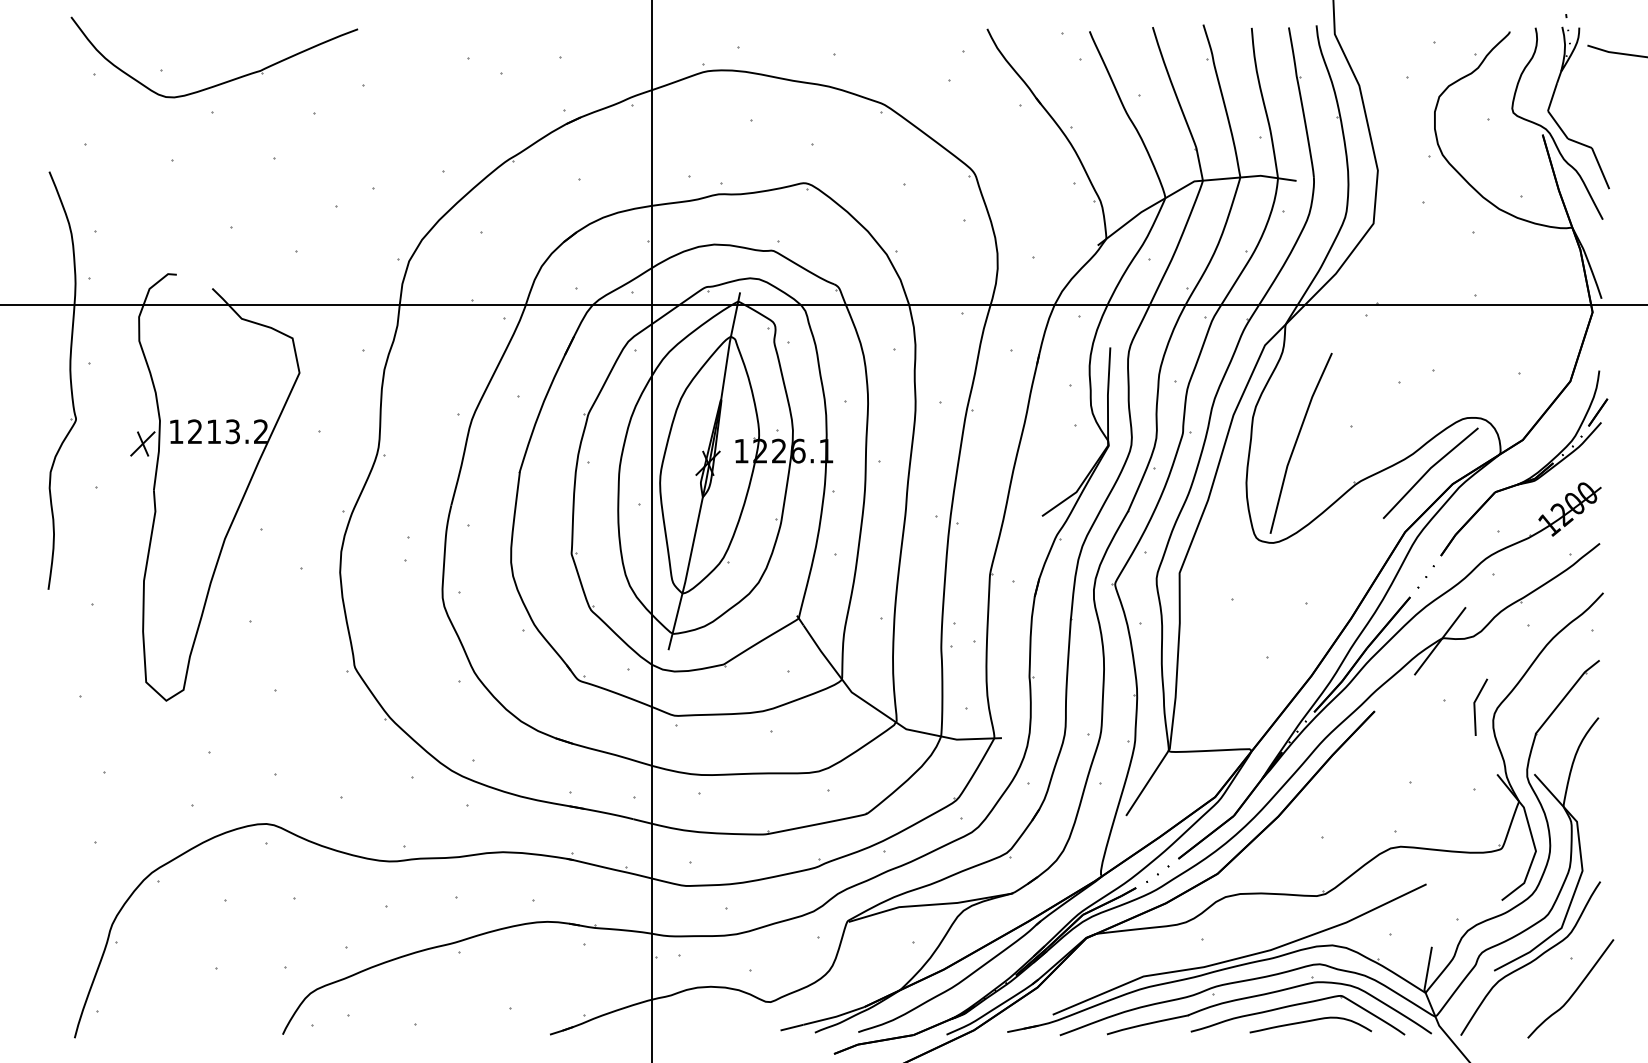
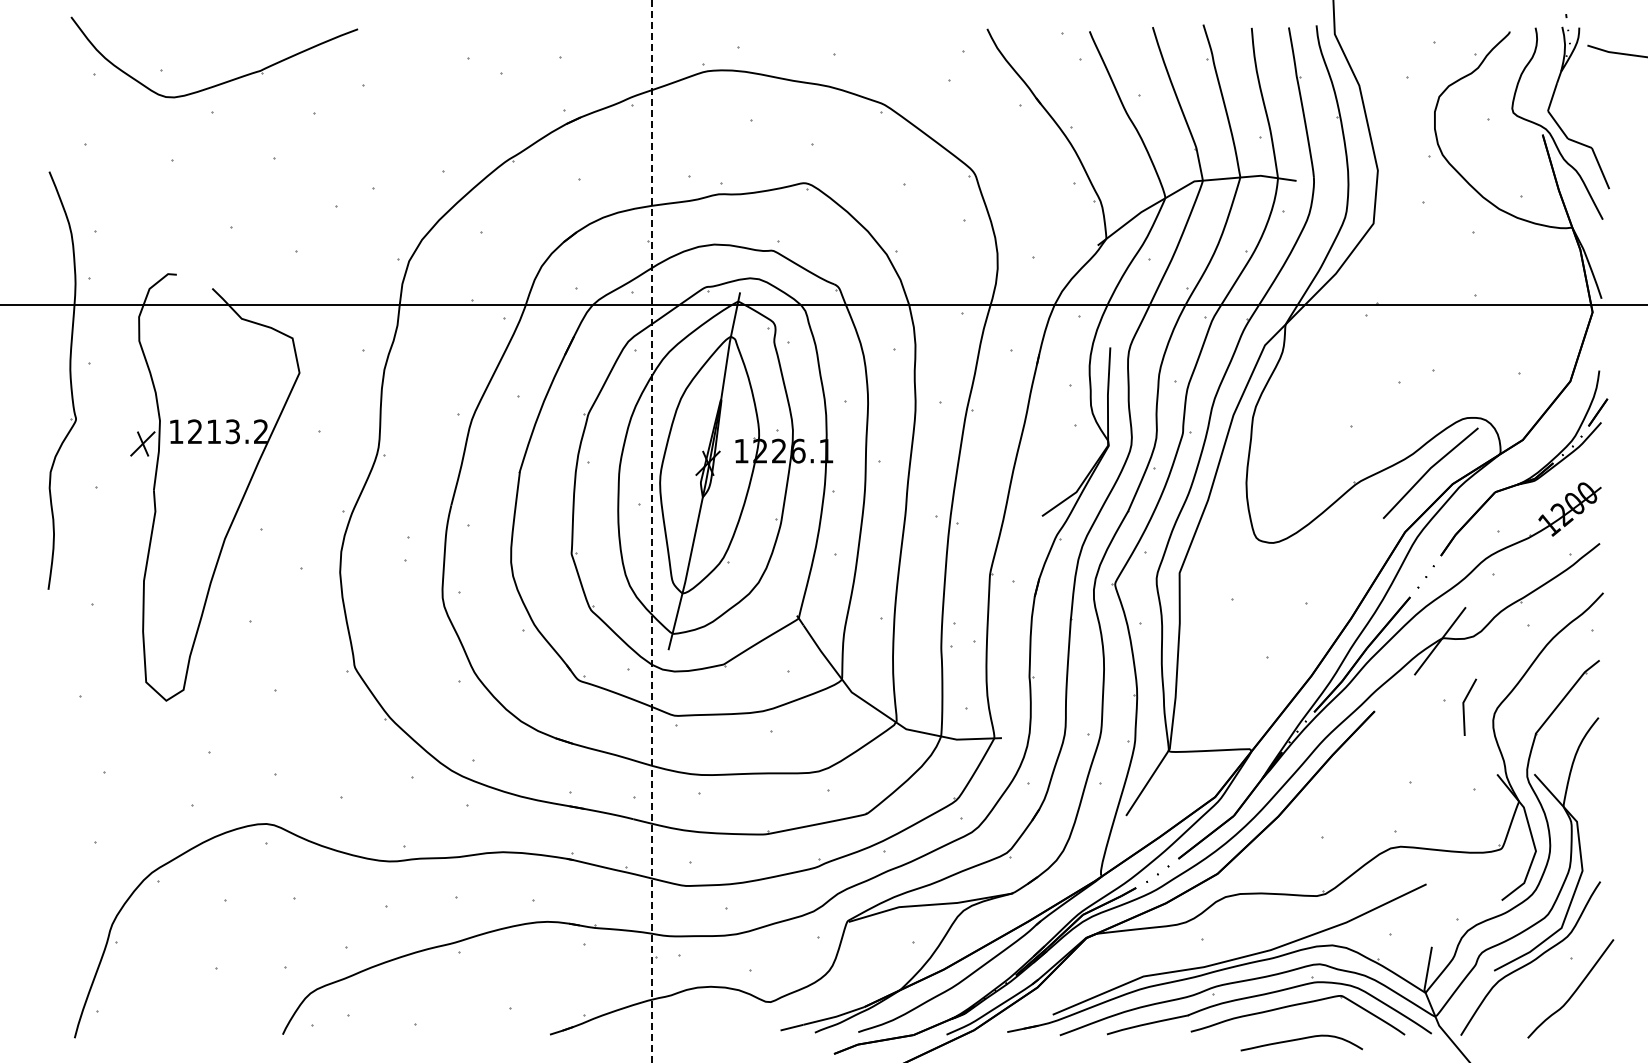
line at (1297, 441): present -> none
line at (652, 531): solid -> dashed
line at (1475, 706) position: (1475, 706) -> (1464, 706)
curve at (1308, 1022) position: (1308, 1022) -> (1299, 1040)
